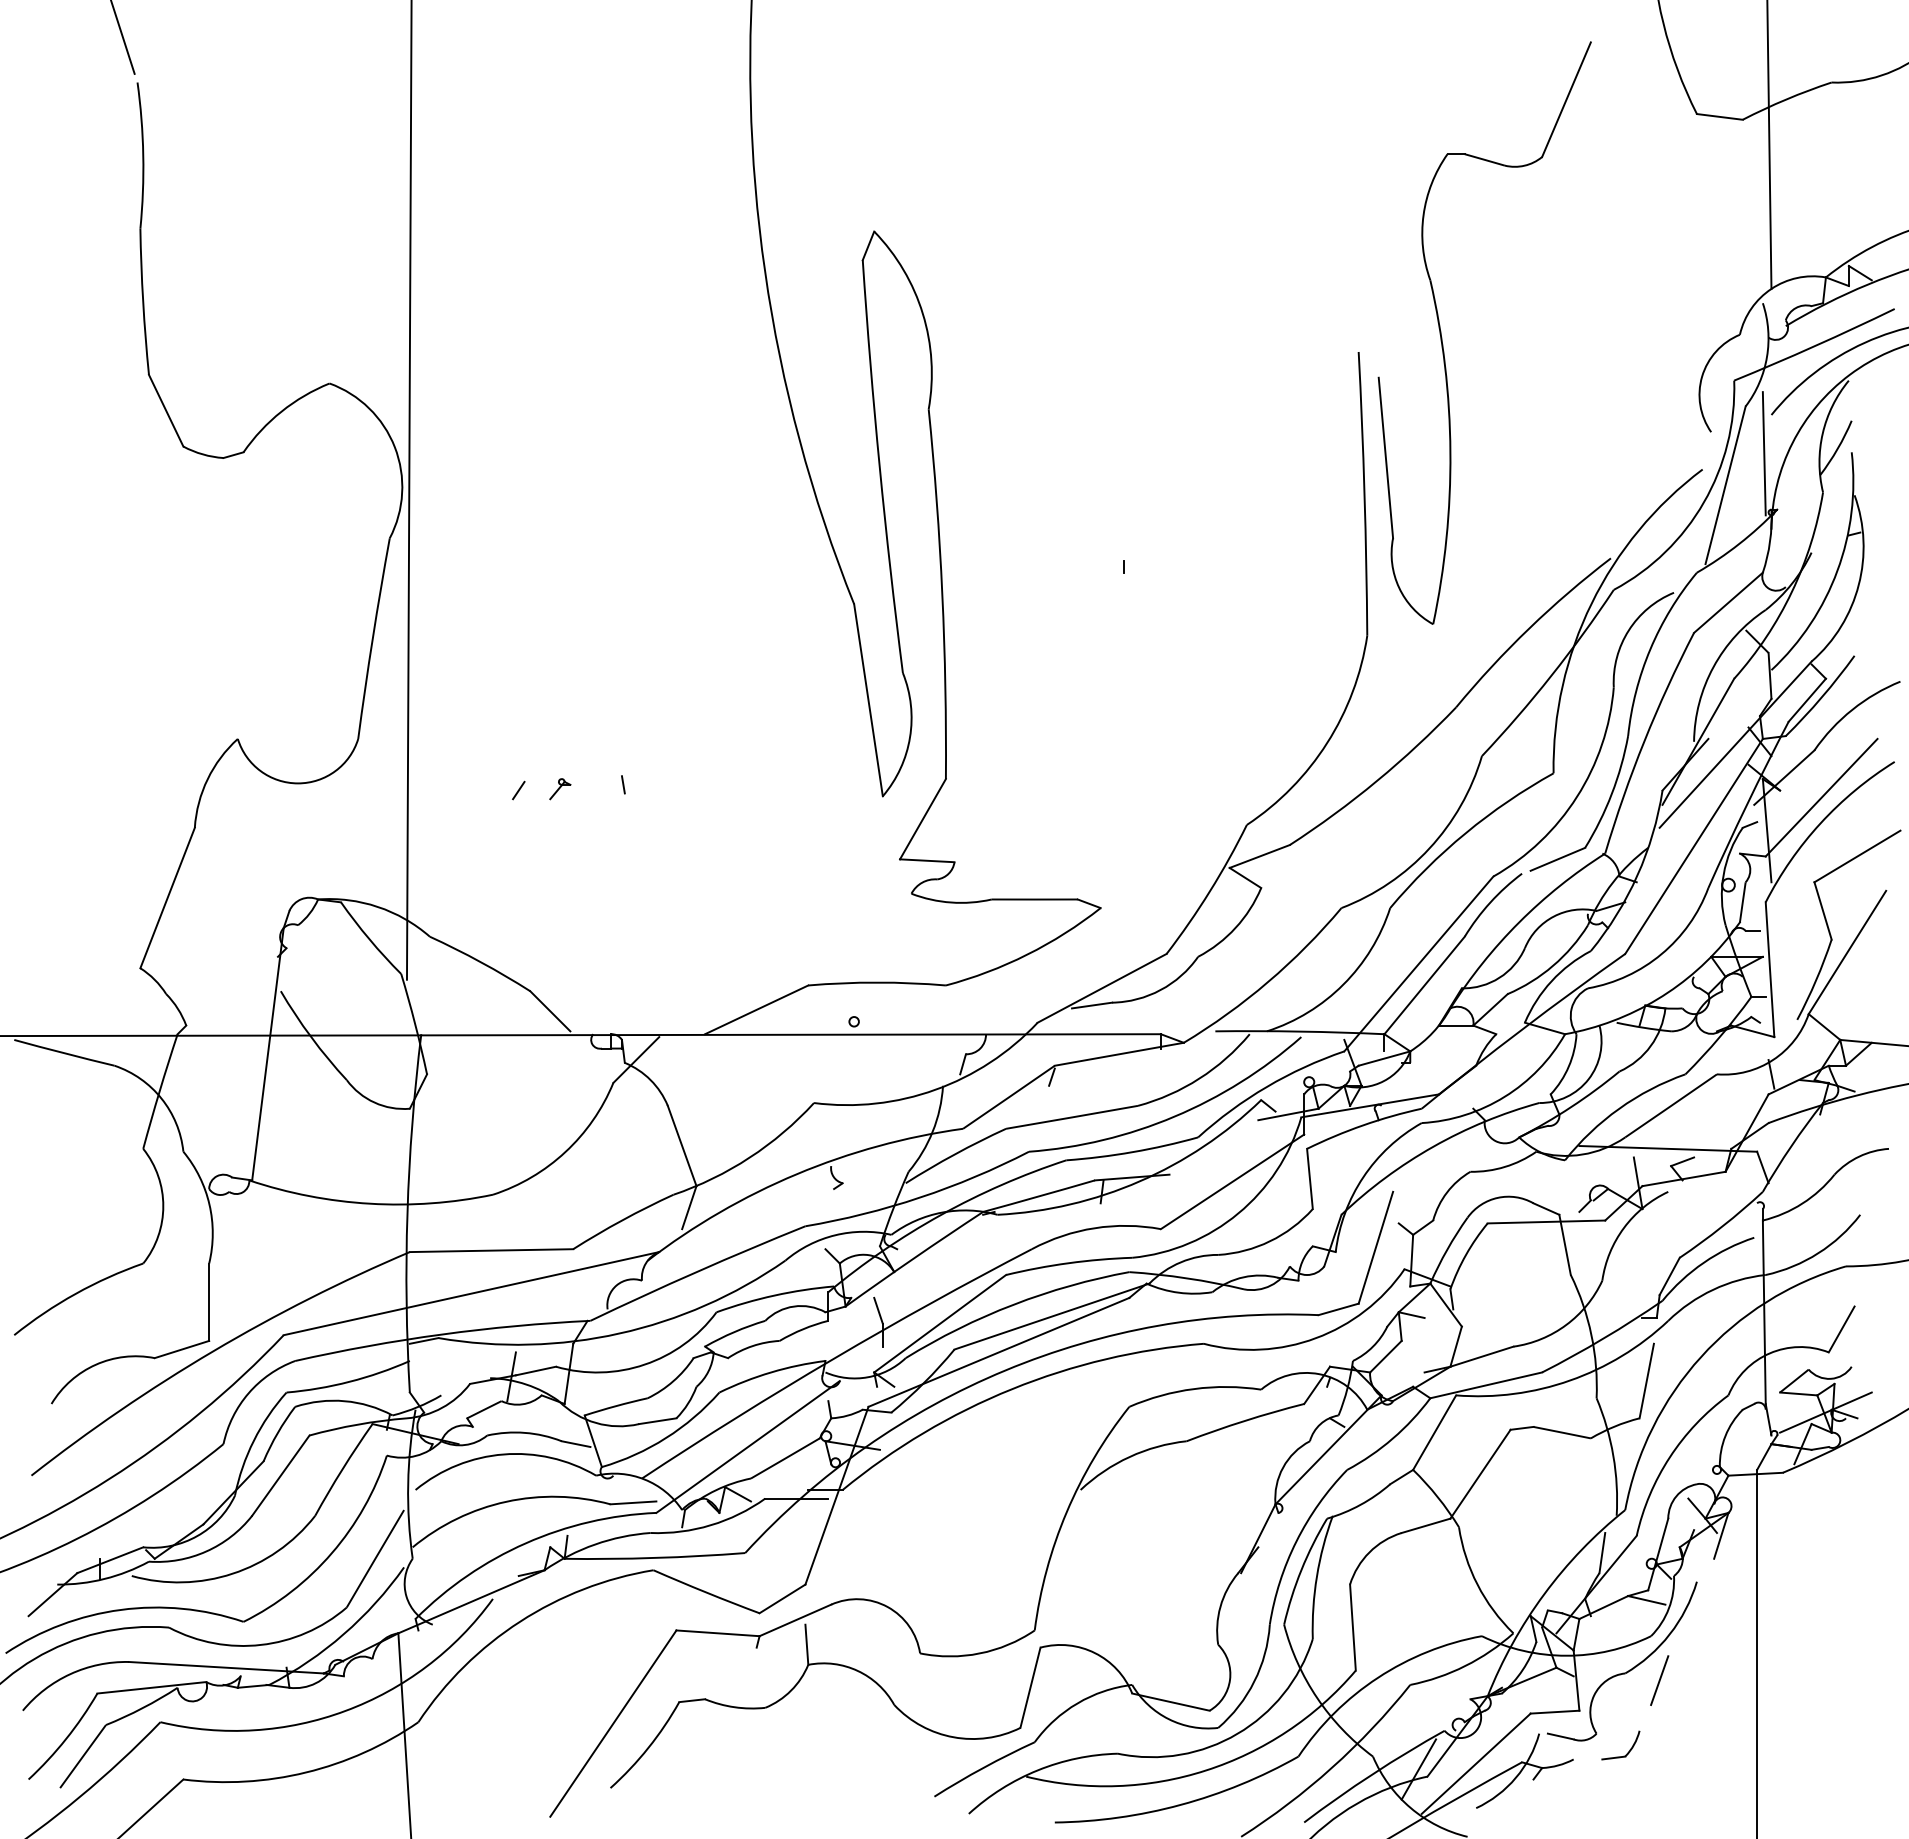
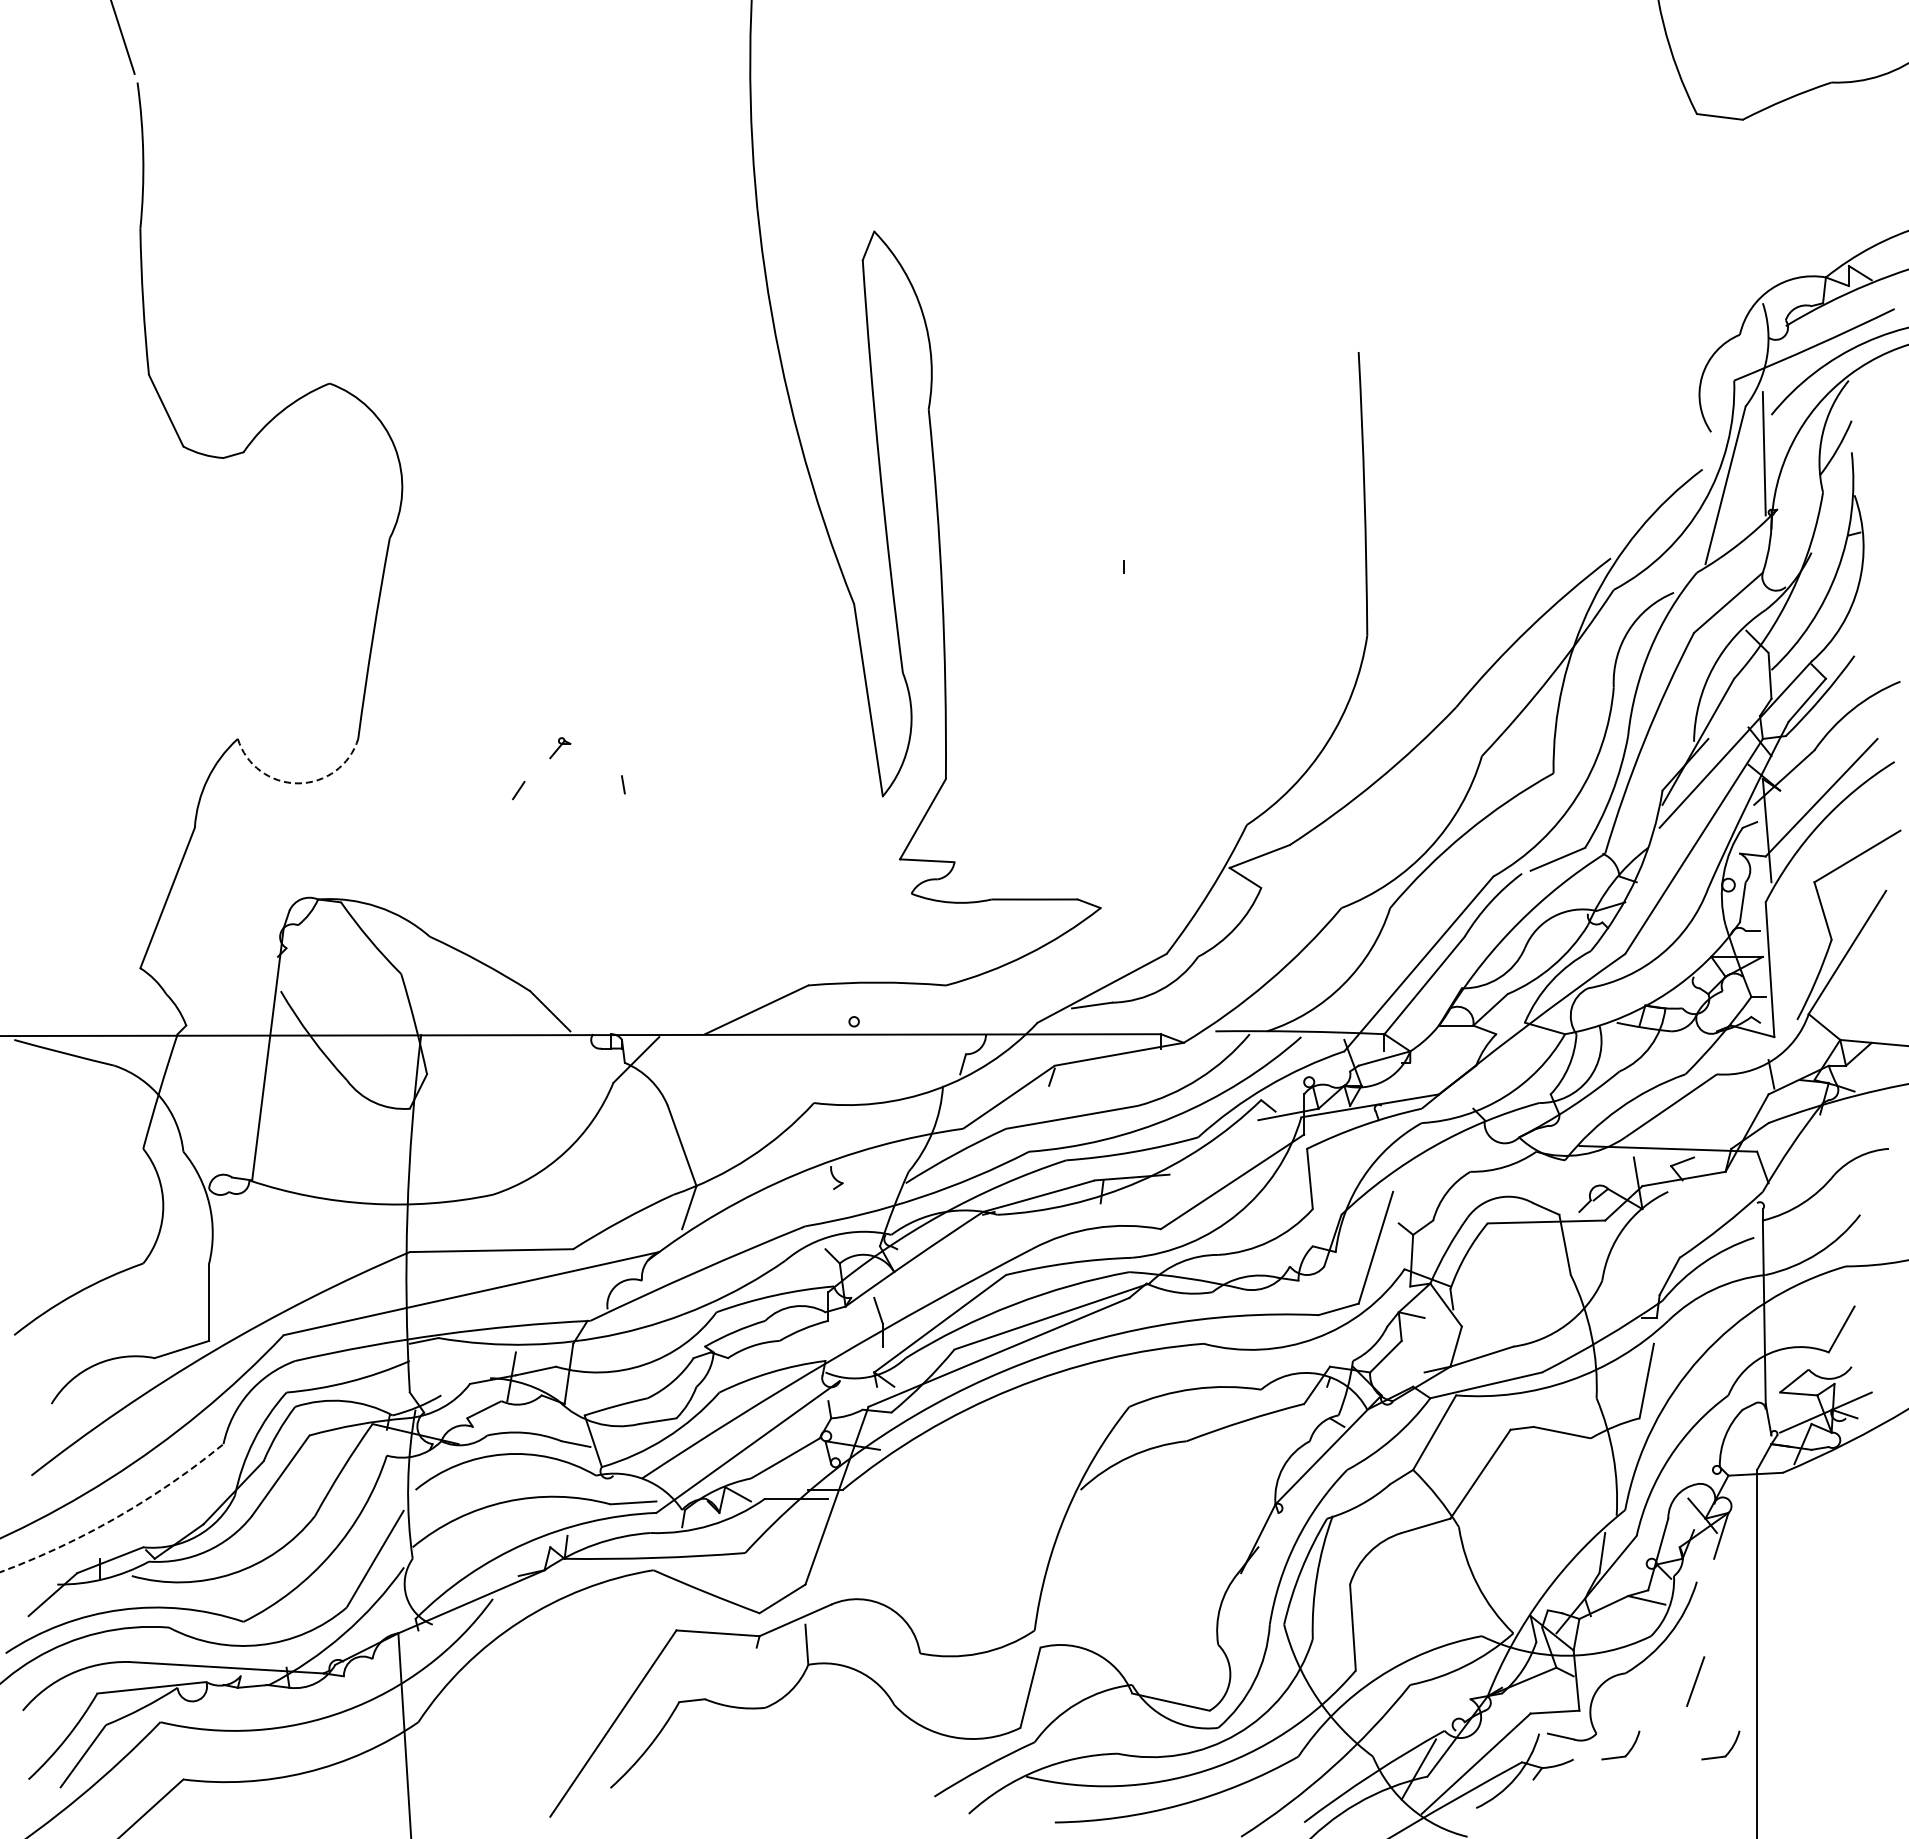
line at (1769, 145): present -> none
part at (1442, 337): present -> none
line at (408, 490): present -> none
arc at (298, 783): solid -> dashed
part at (560, 789) position: (560, 789) -> (560, 748)
arc at (116, 1517): solid -> dashed
line at (1659, 1680) position: (1659, 1680) -> (1695, 1681)
part at (1729, 1749): none -> present
